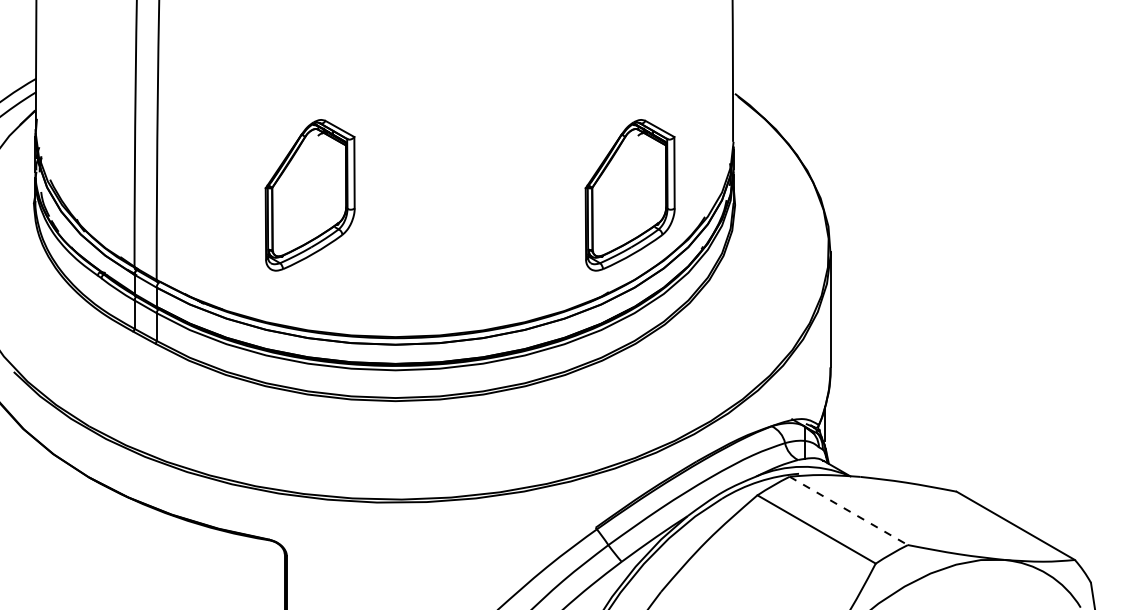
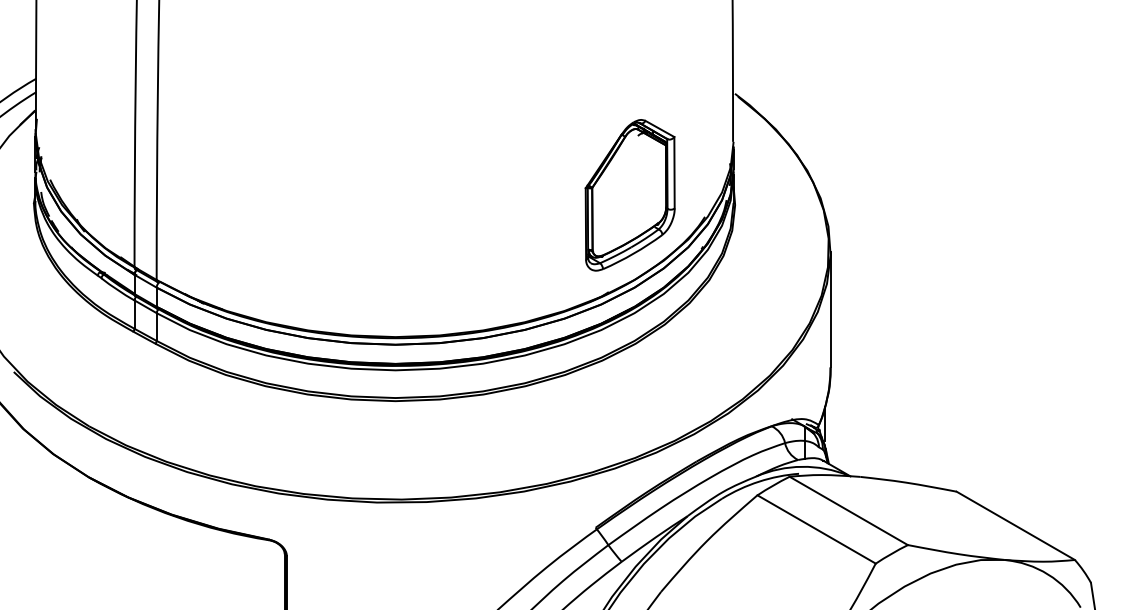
part at (309, 195): present -> none
line at (849, 511): dashed -> solid
